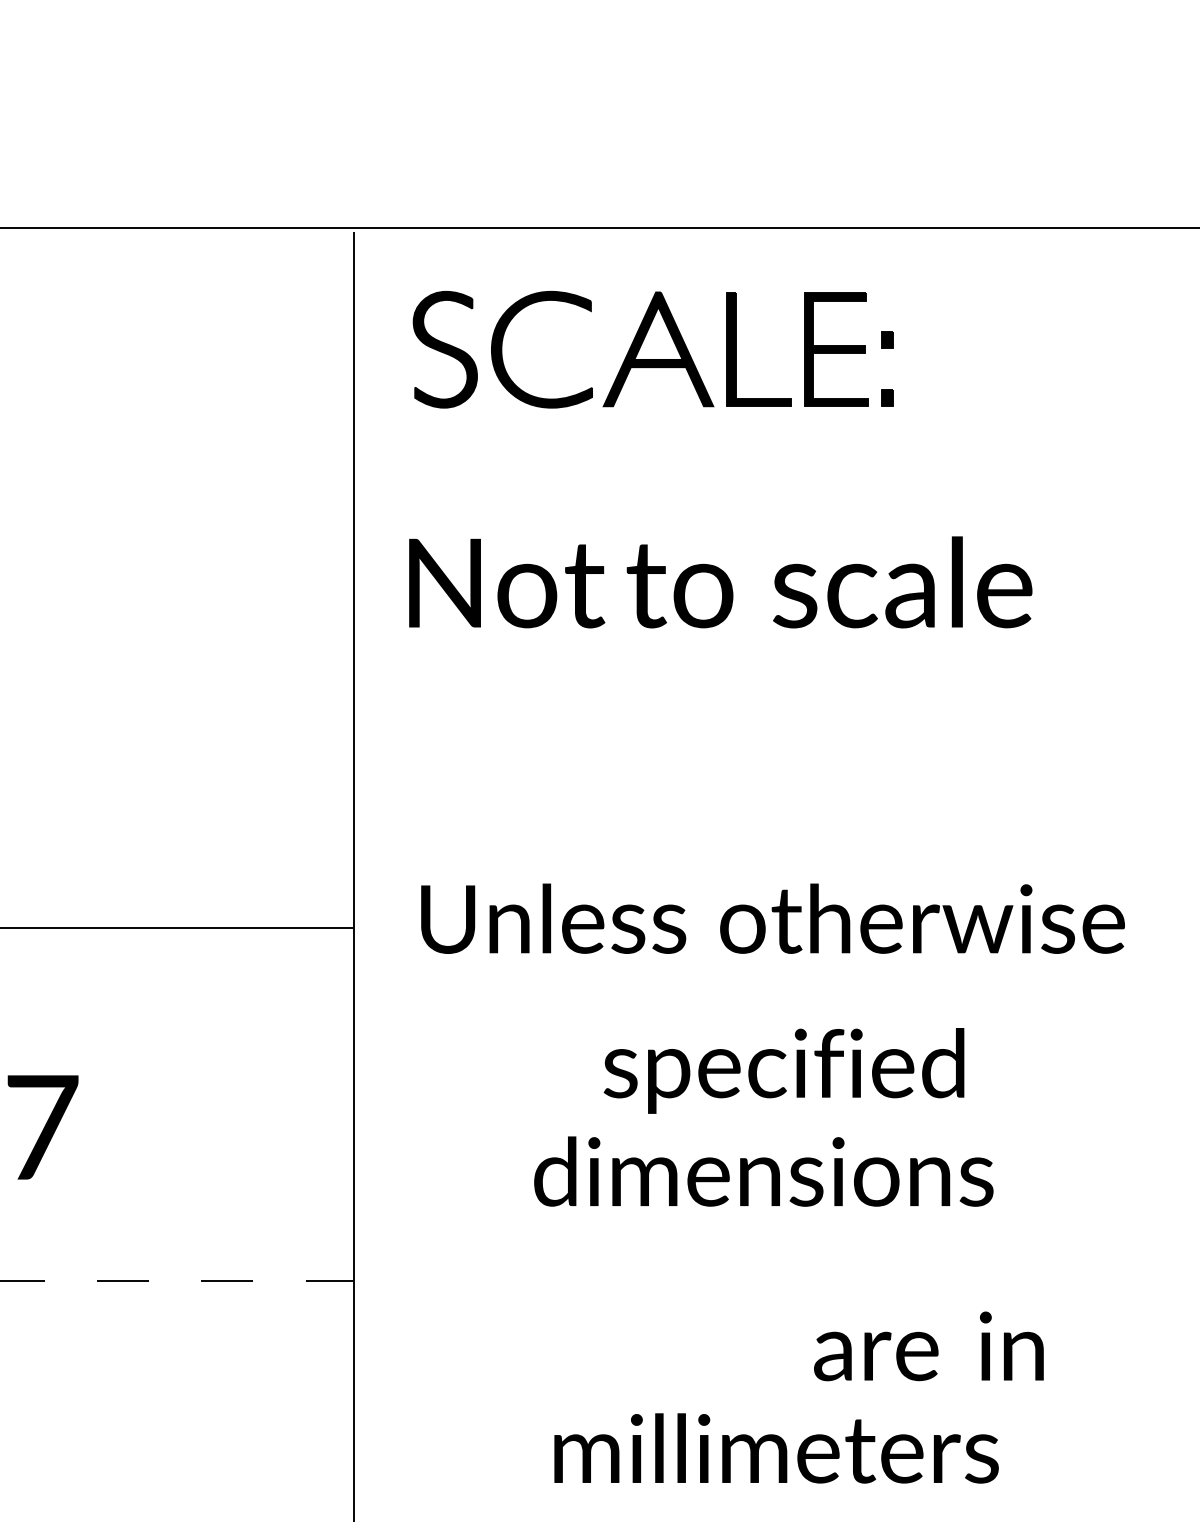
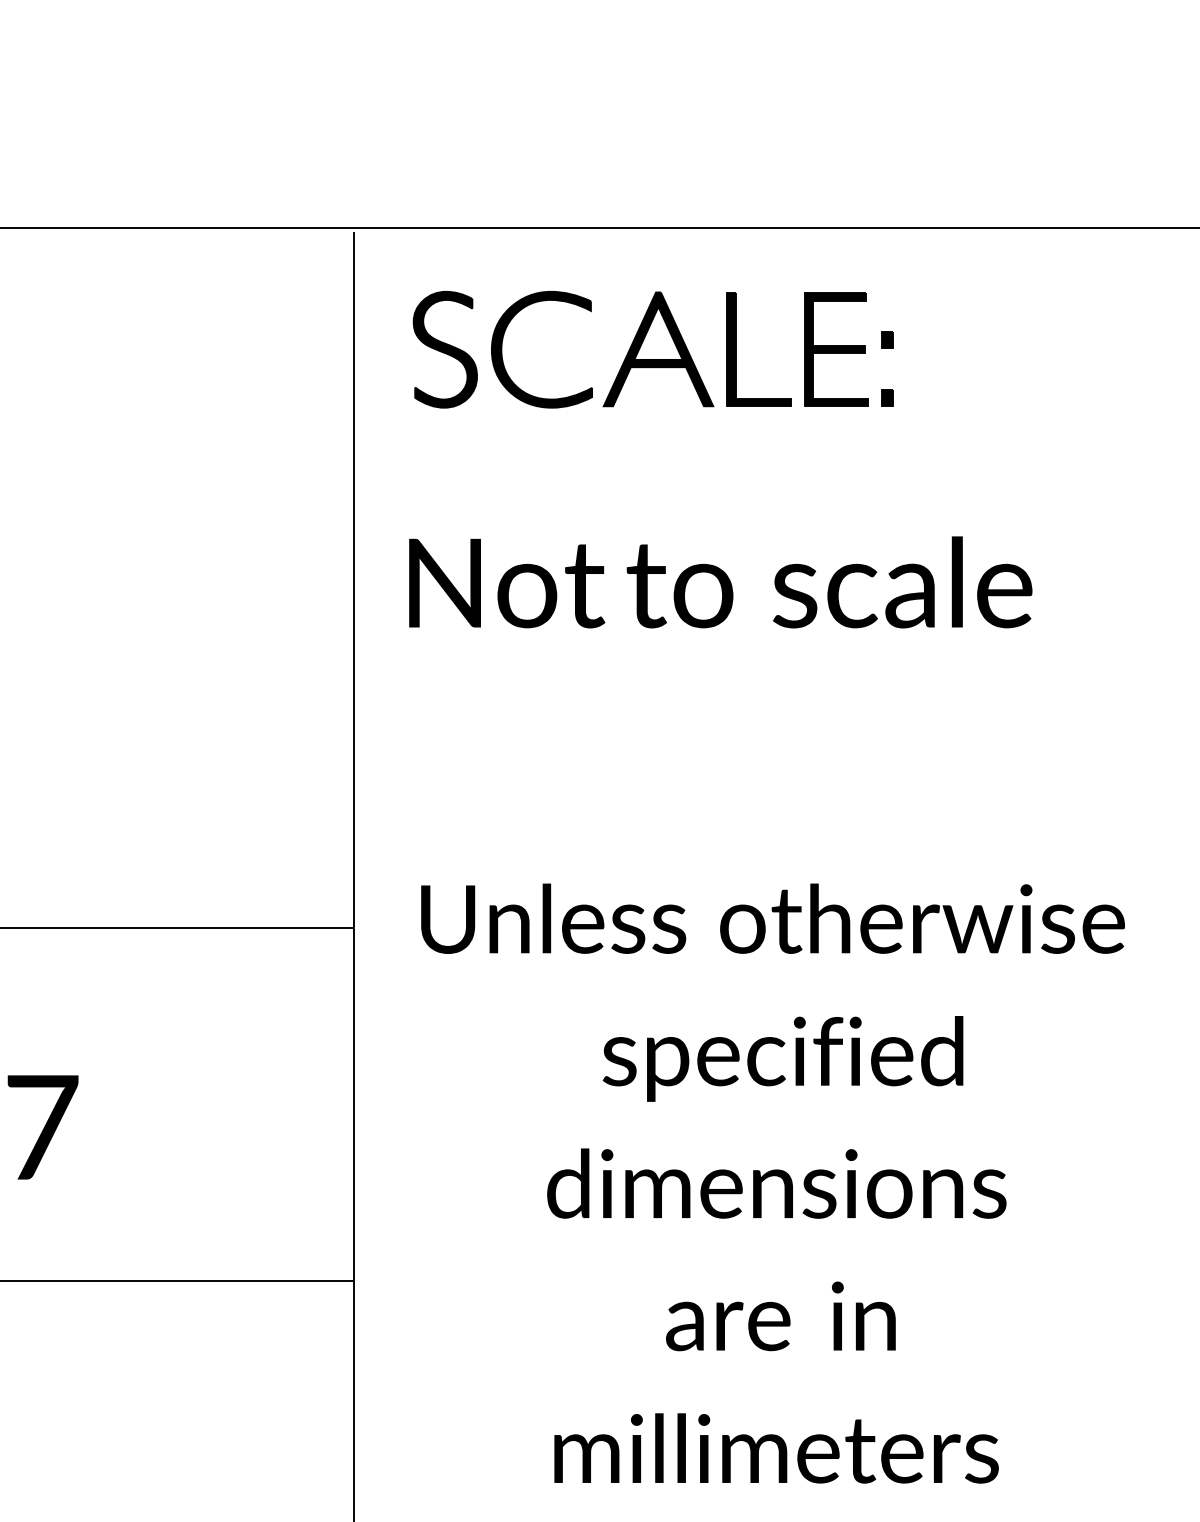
text at (783, 1070) position: (783, 1070) -> (782, 1058)
text at (763, 1171) position: (763, 1171) -> (776, 1183)
line at (177, 1280): dashed -> solid
text at (928, 1346) position: (928, 1346) -> (780, 1316)
